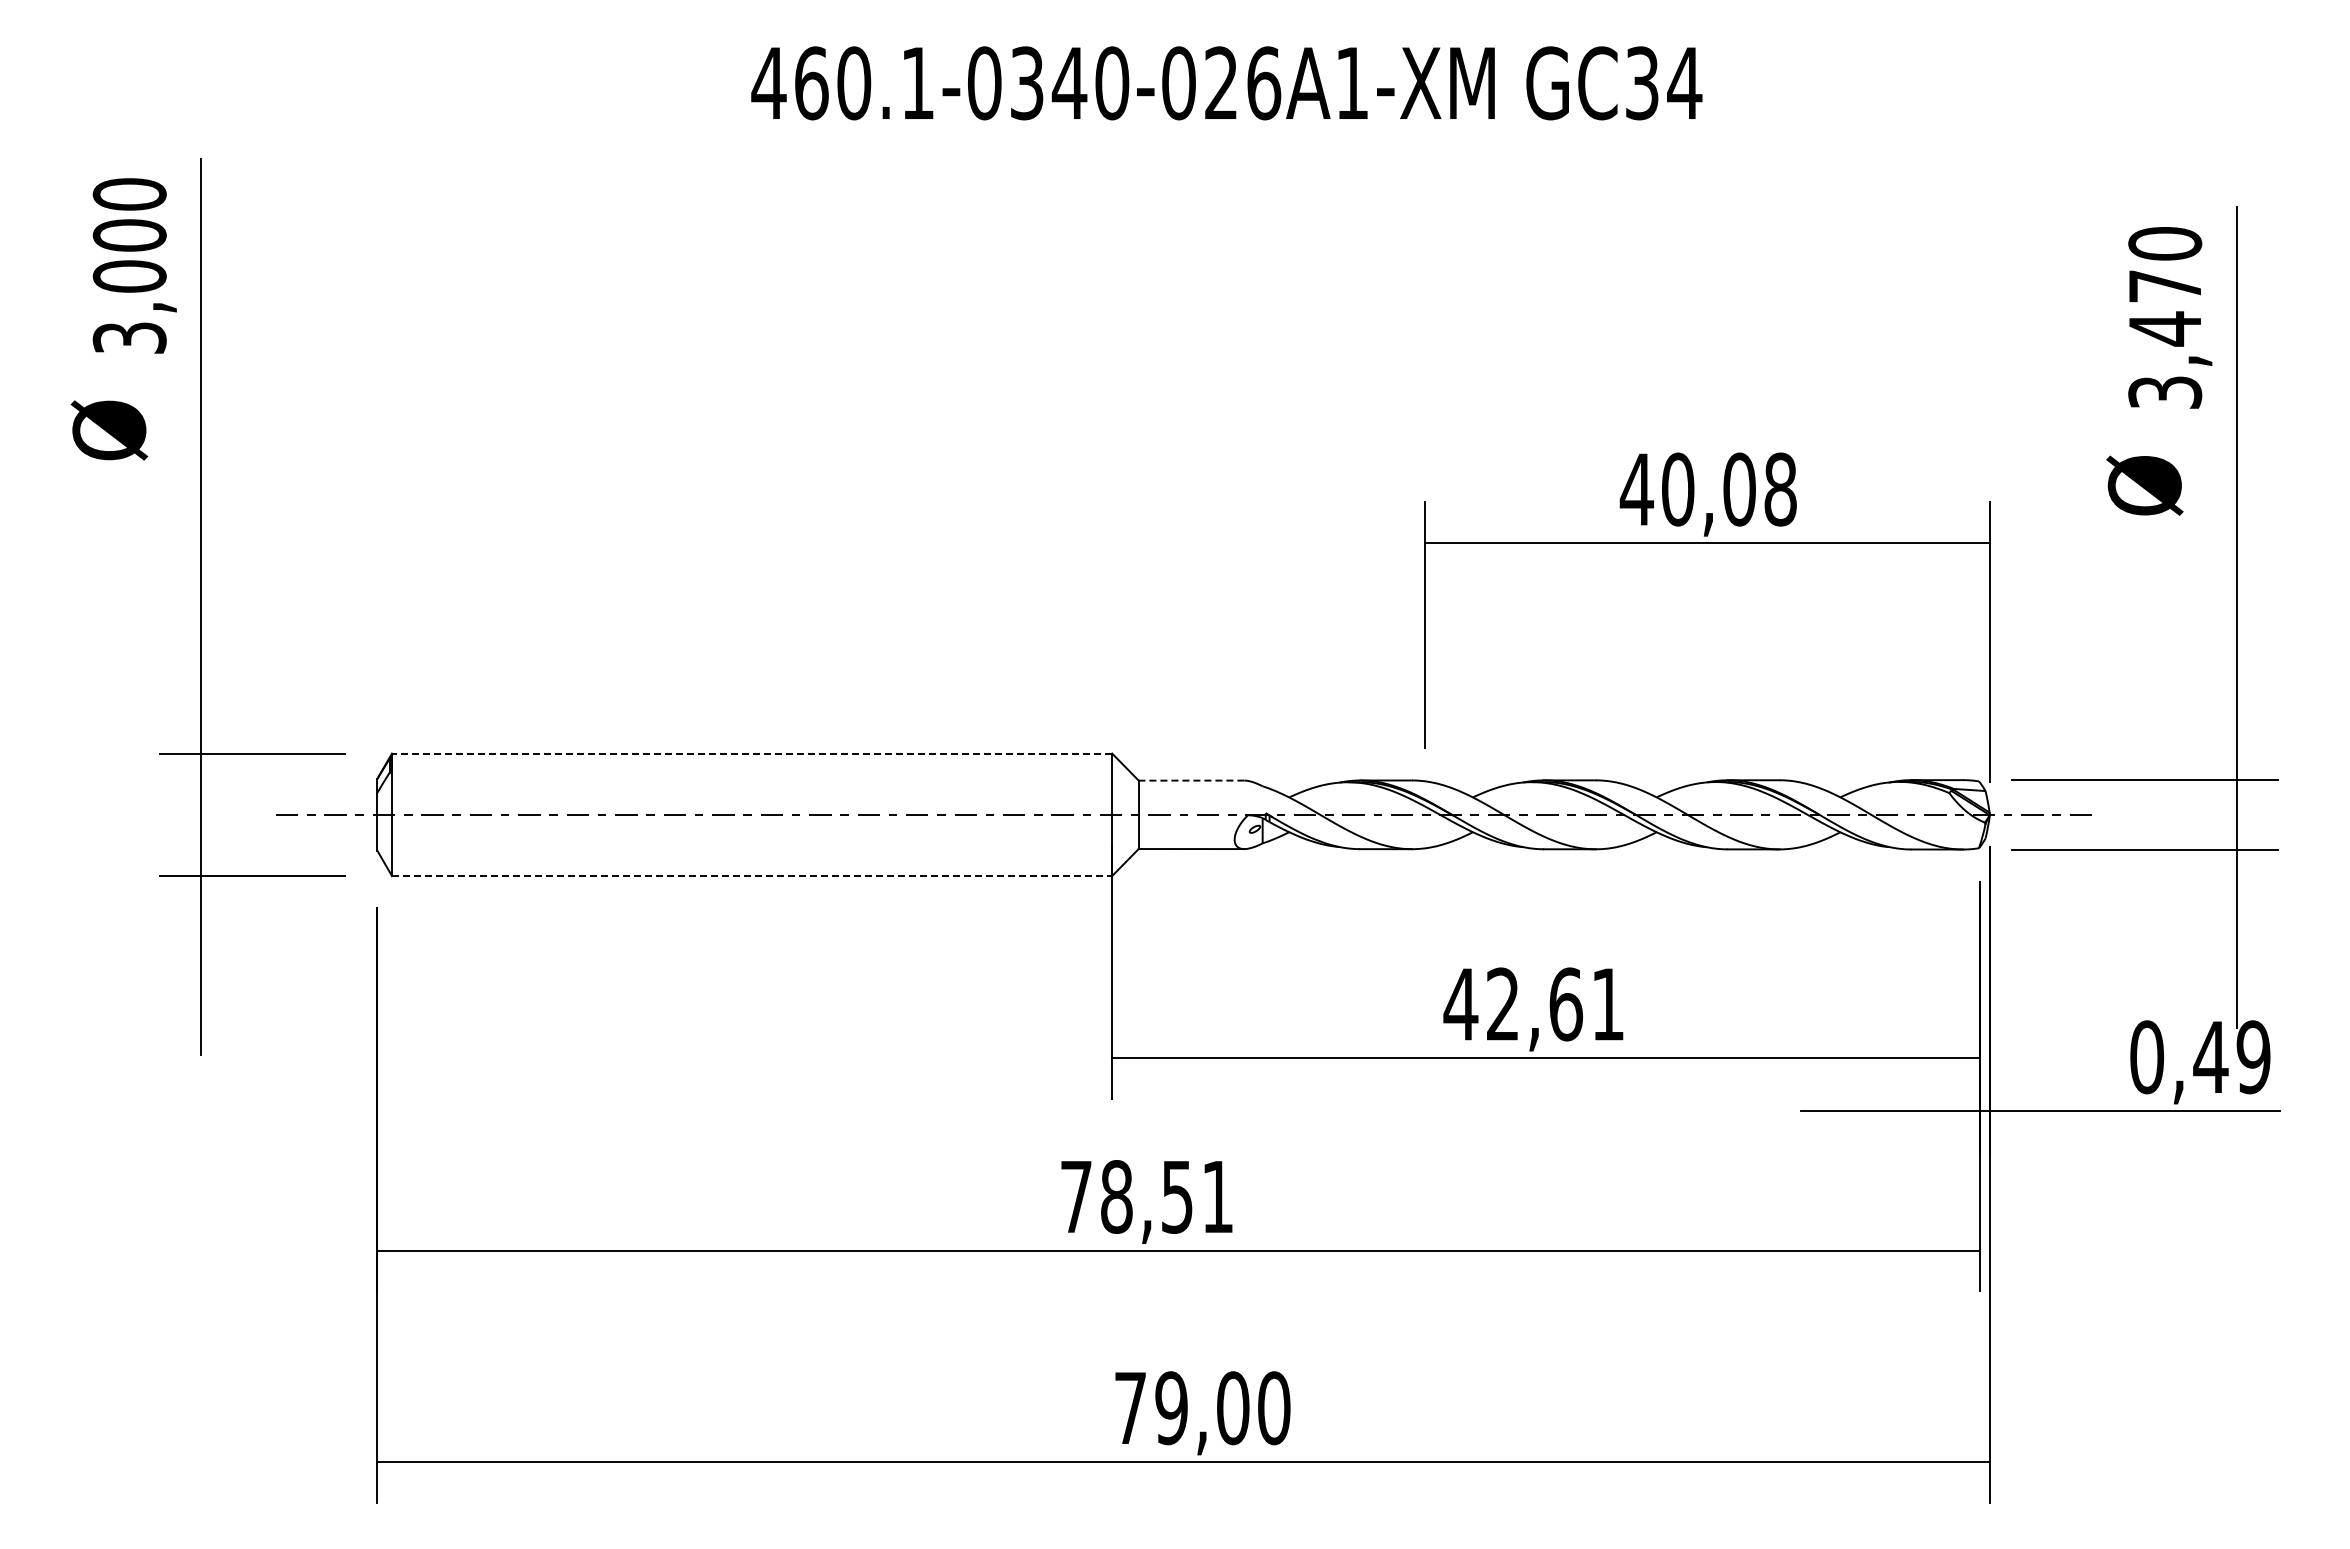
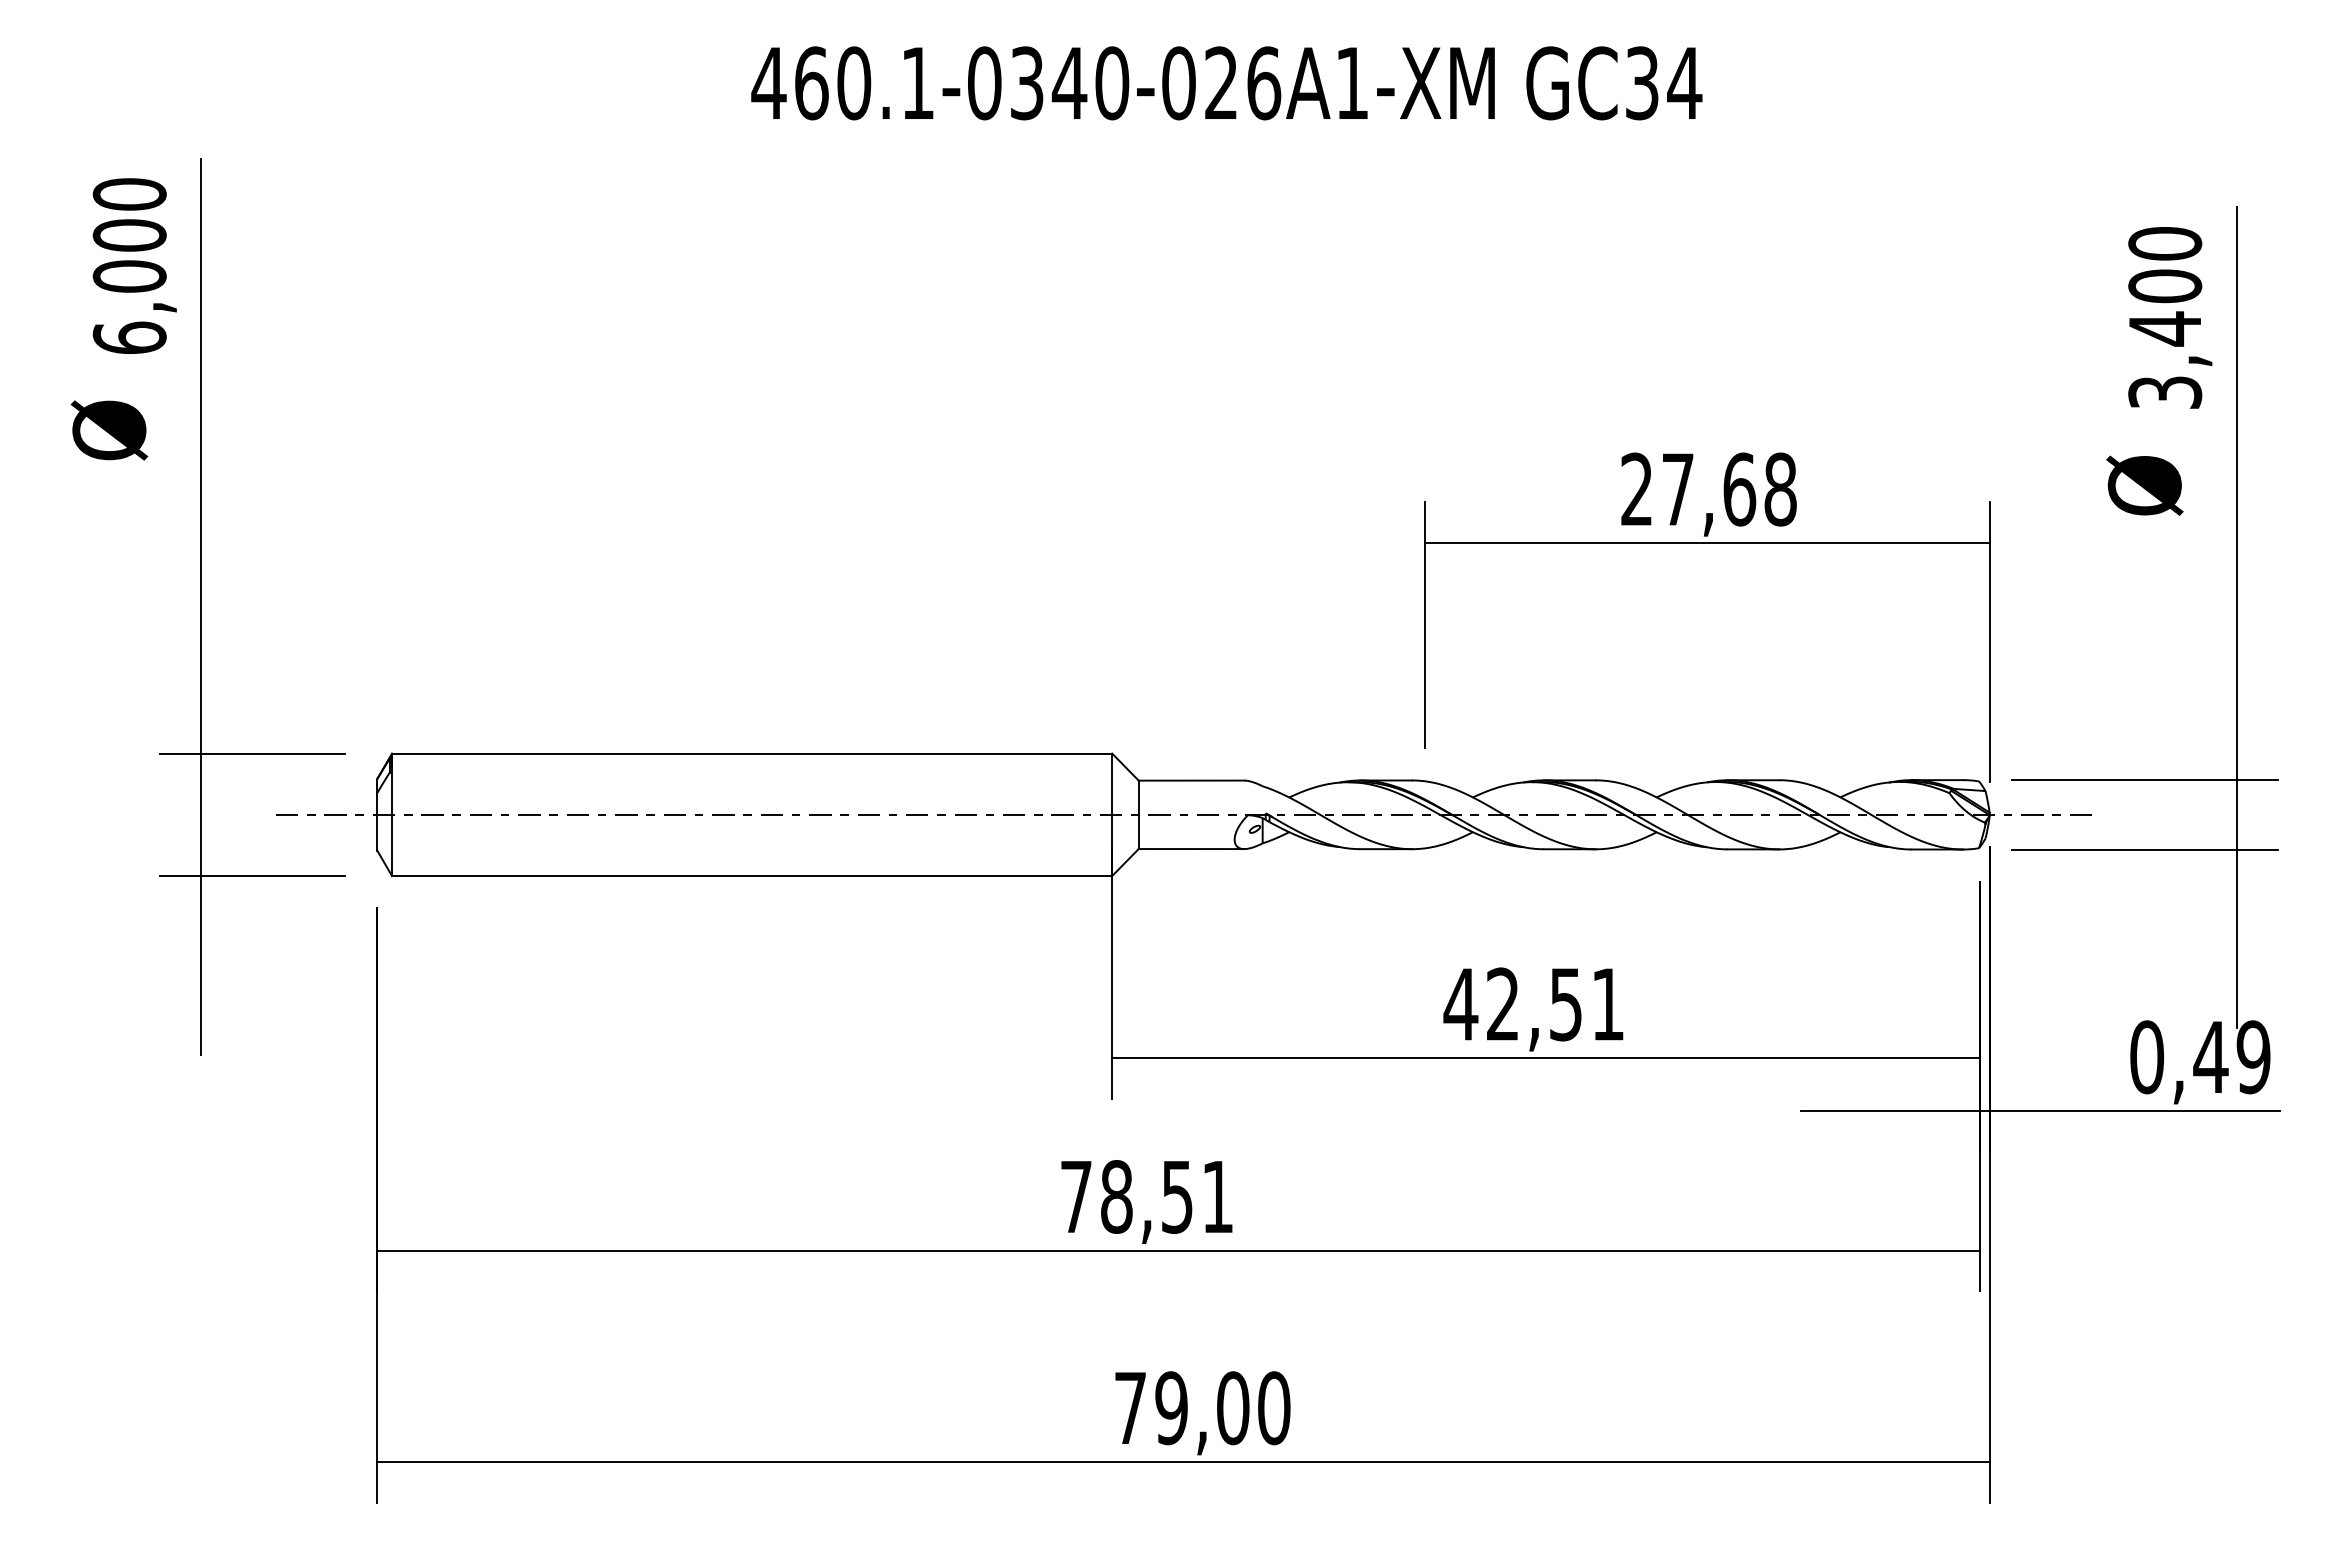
text at (2165, 286): 3,470 -> 3,400
text at (129, 337): 3,000 -> 6,000
text at (1687, 489): 40,08 -> 27,68
line at (751, 753): dashed -> solid
line at (1191, 780): dashed -> solid
line at (752, 876): dashed -> solid
text at (1566, 1004): 42,61 -> 42,51
